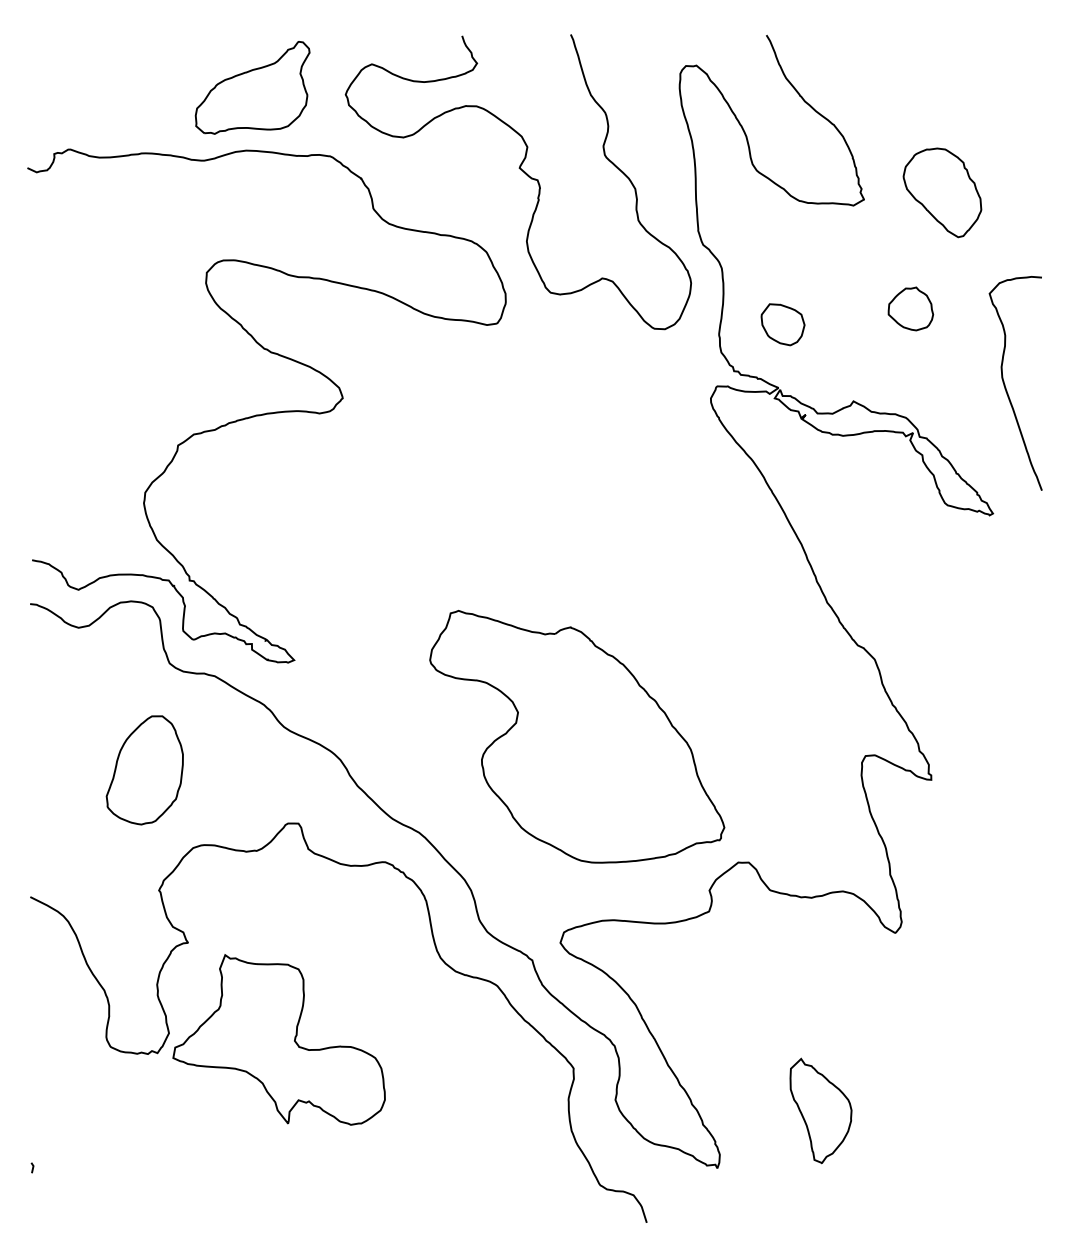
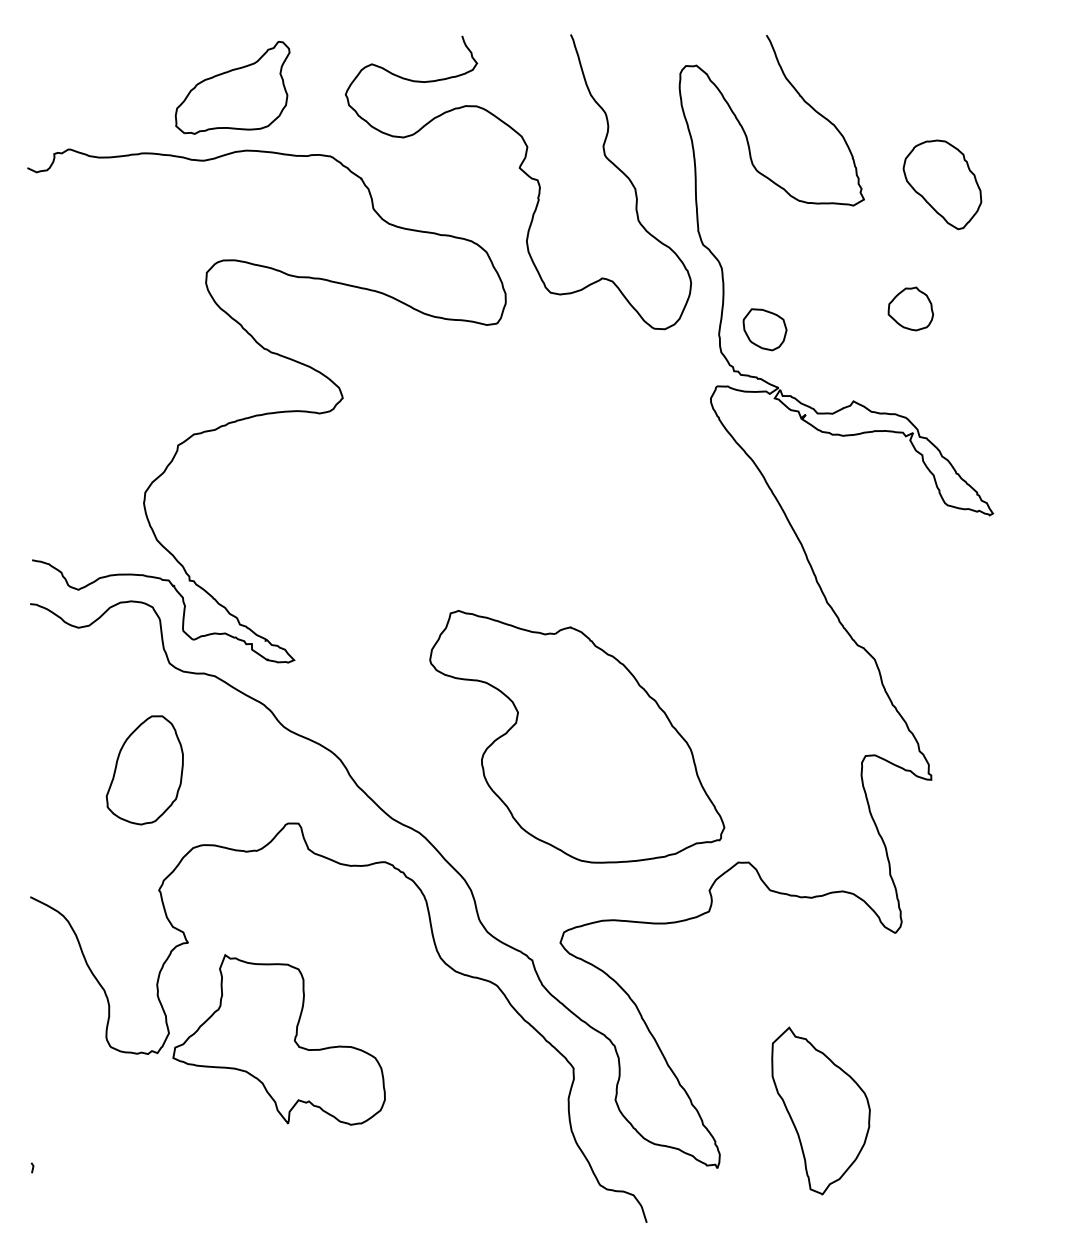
part at (252, 87) position: (252, 87) -> (232, 87)
part at (942, 192) position: (942, 192) -> (942, 184)
part at (782, 324) position: (782, 324) -> (764, 329)
curve at (1006, 387): present -> none
part at (820, 1110) size: 64x108 px -> 100x170 px
